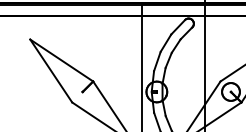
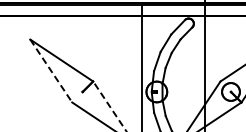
line at (51, 71): solid -> dashed
line at (109, 106): solid -> dashed
